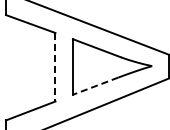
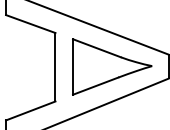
line at (55, 67): dashed -> solid
line at (95, 86): dashed -> solid
